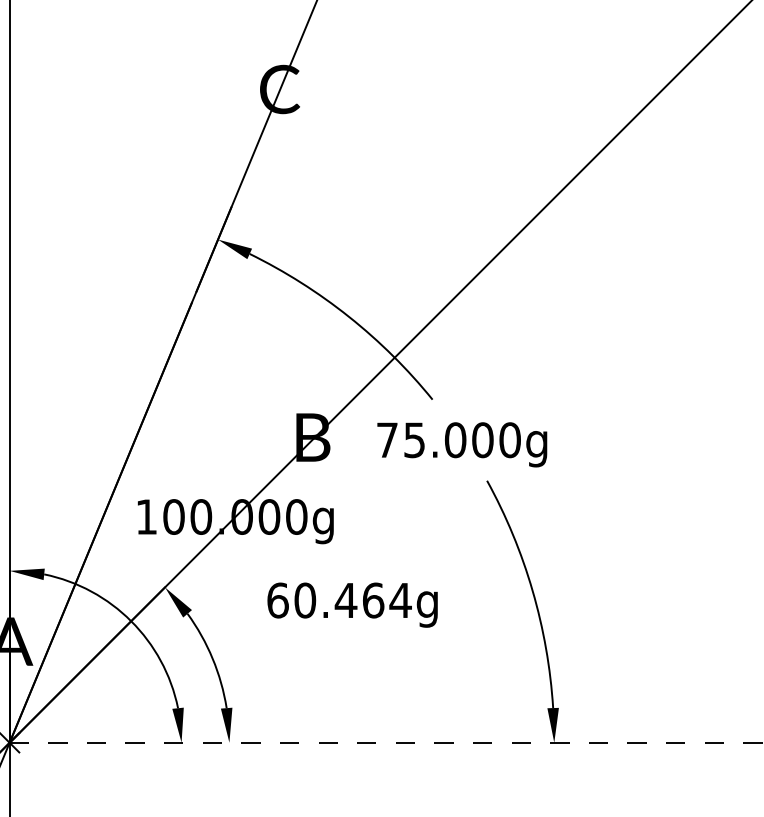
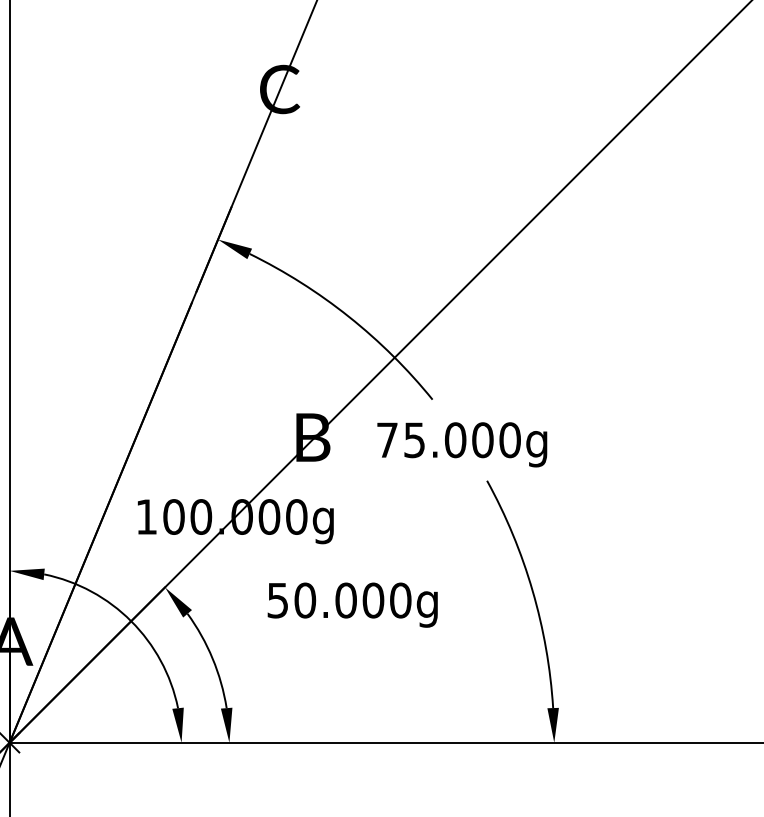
text at (339, 600): 60.464g -> 50.000g
line at (386, 742): dashed -> solid
